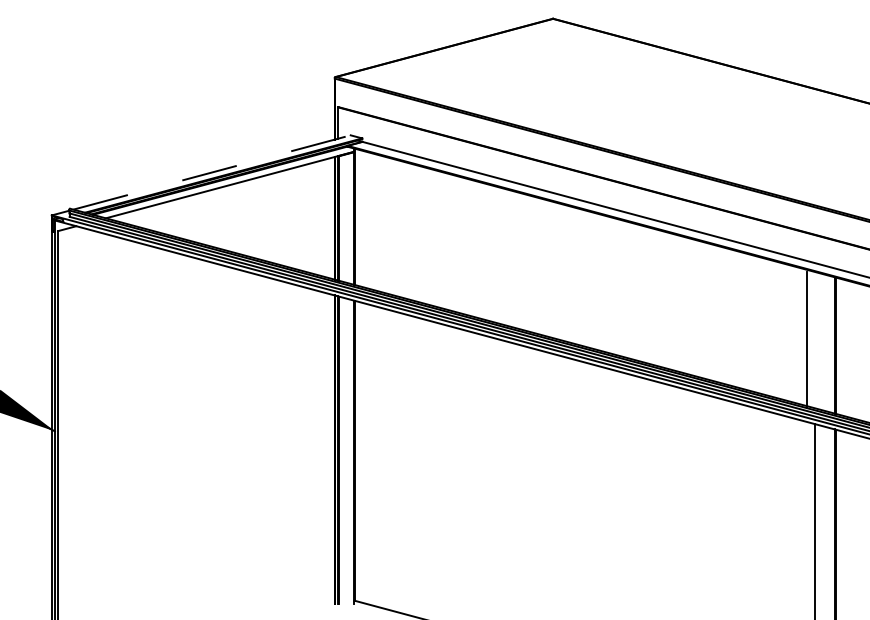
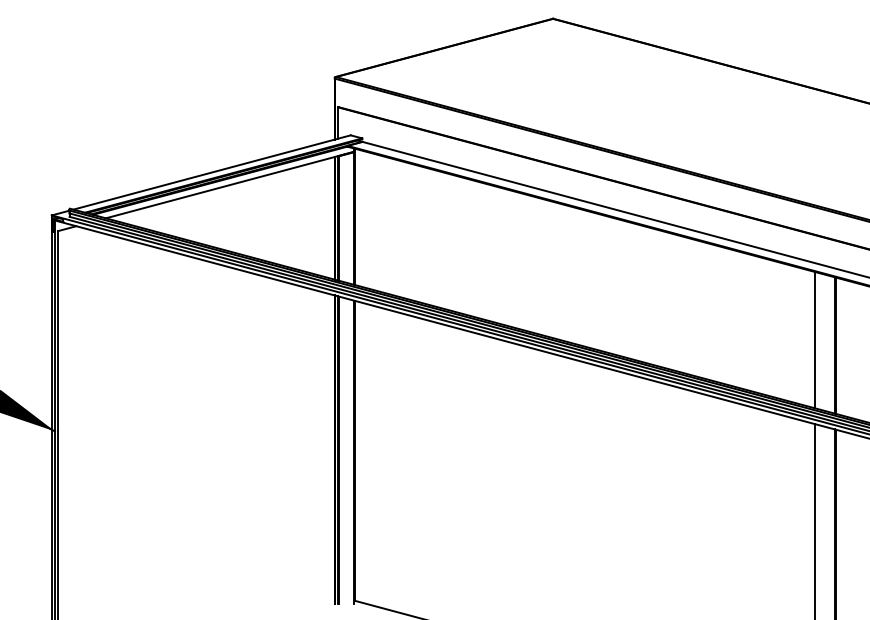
line at (212, 172): dashed -> solid
line at (806, 339) position: (806, 339) -> (814, 339)
